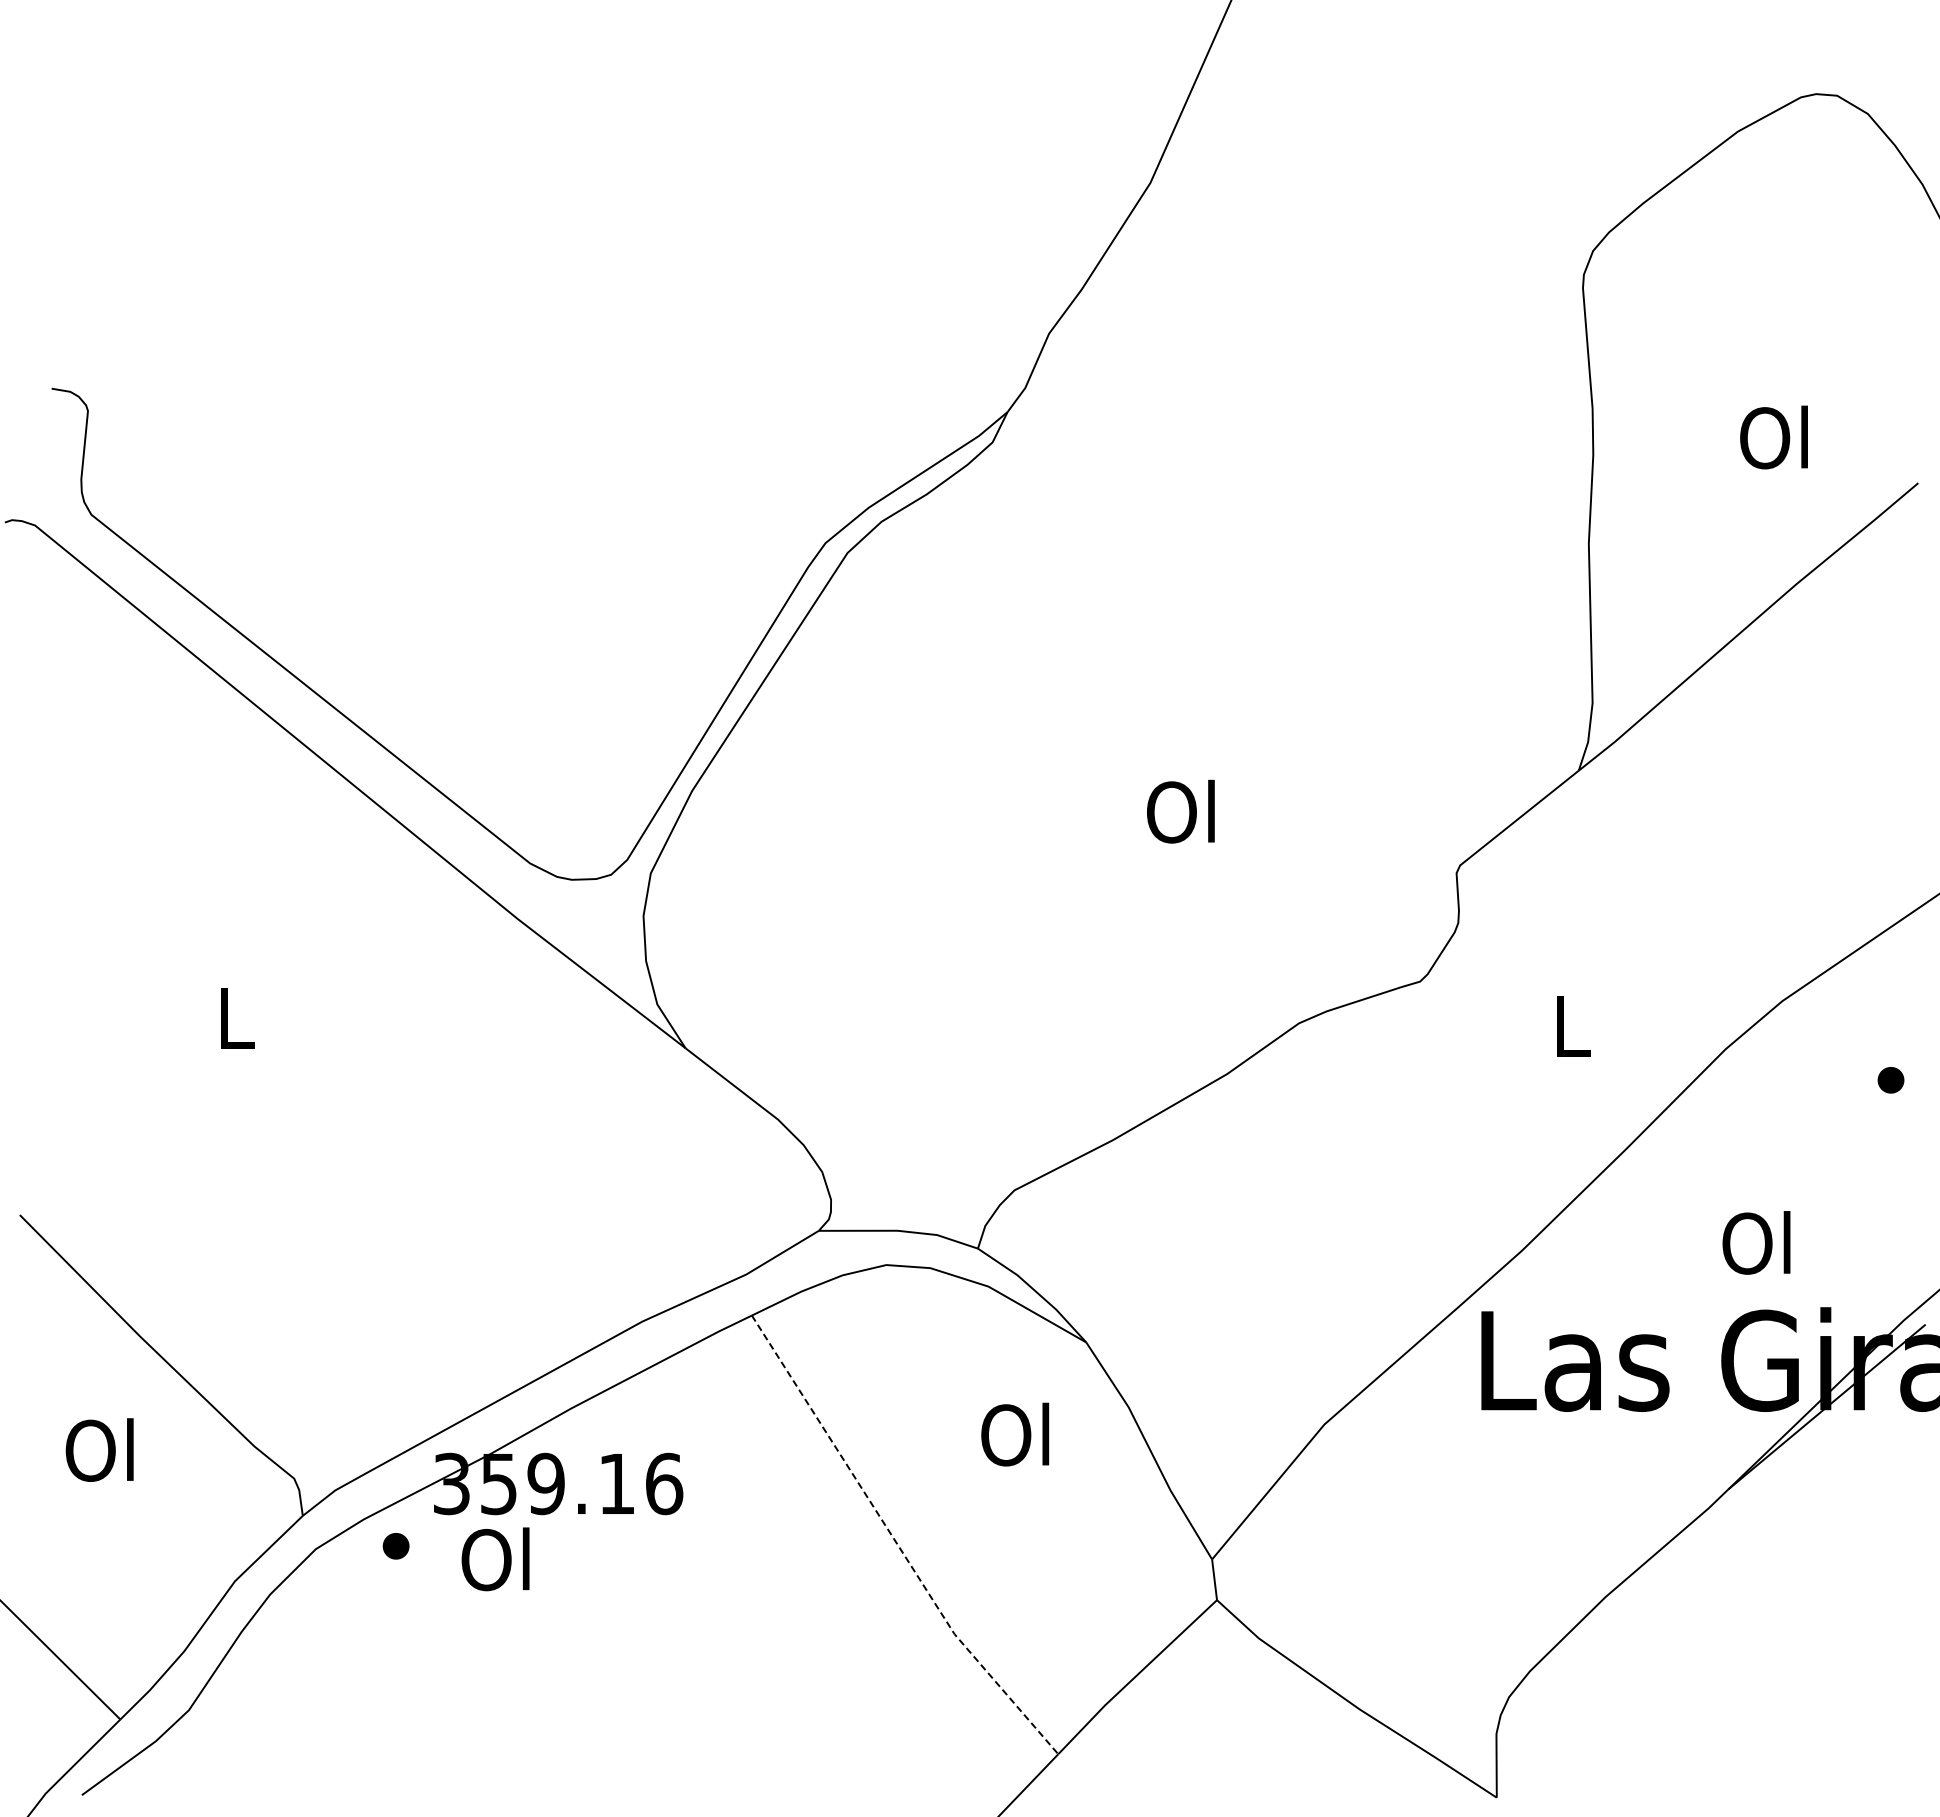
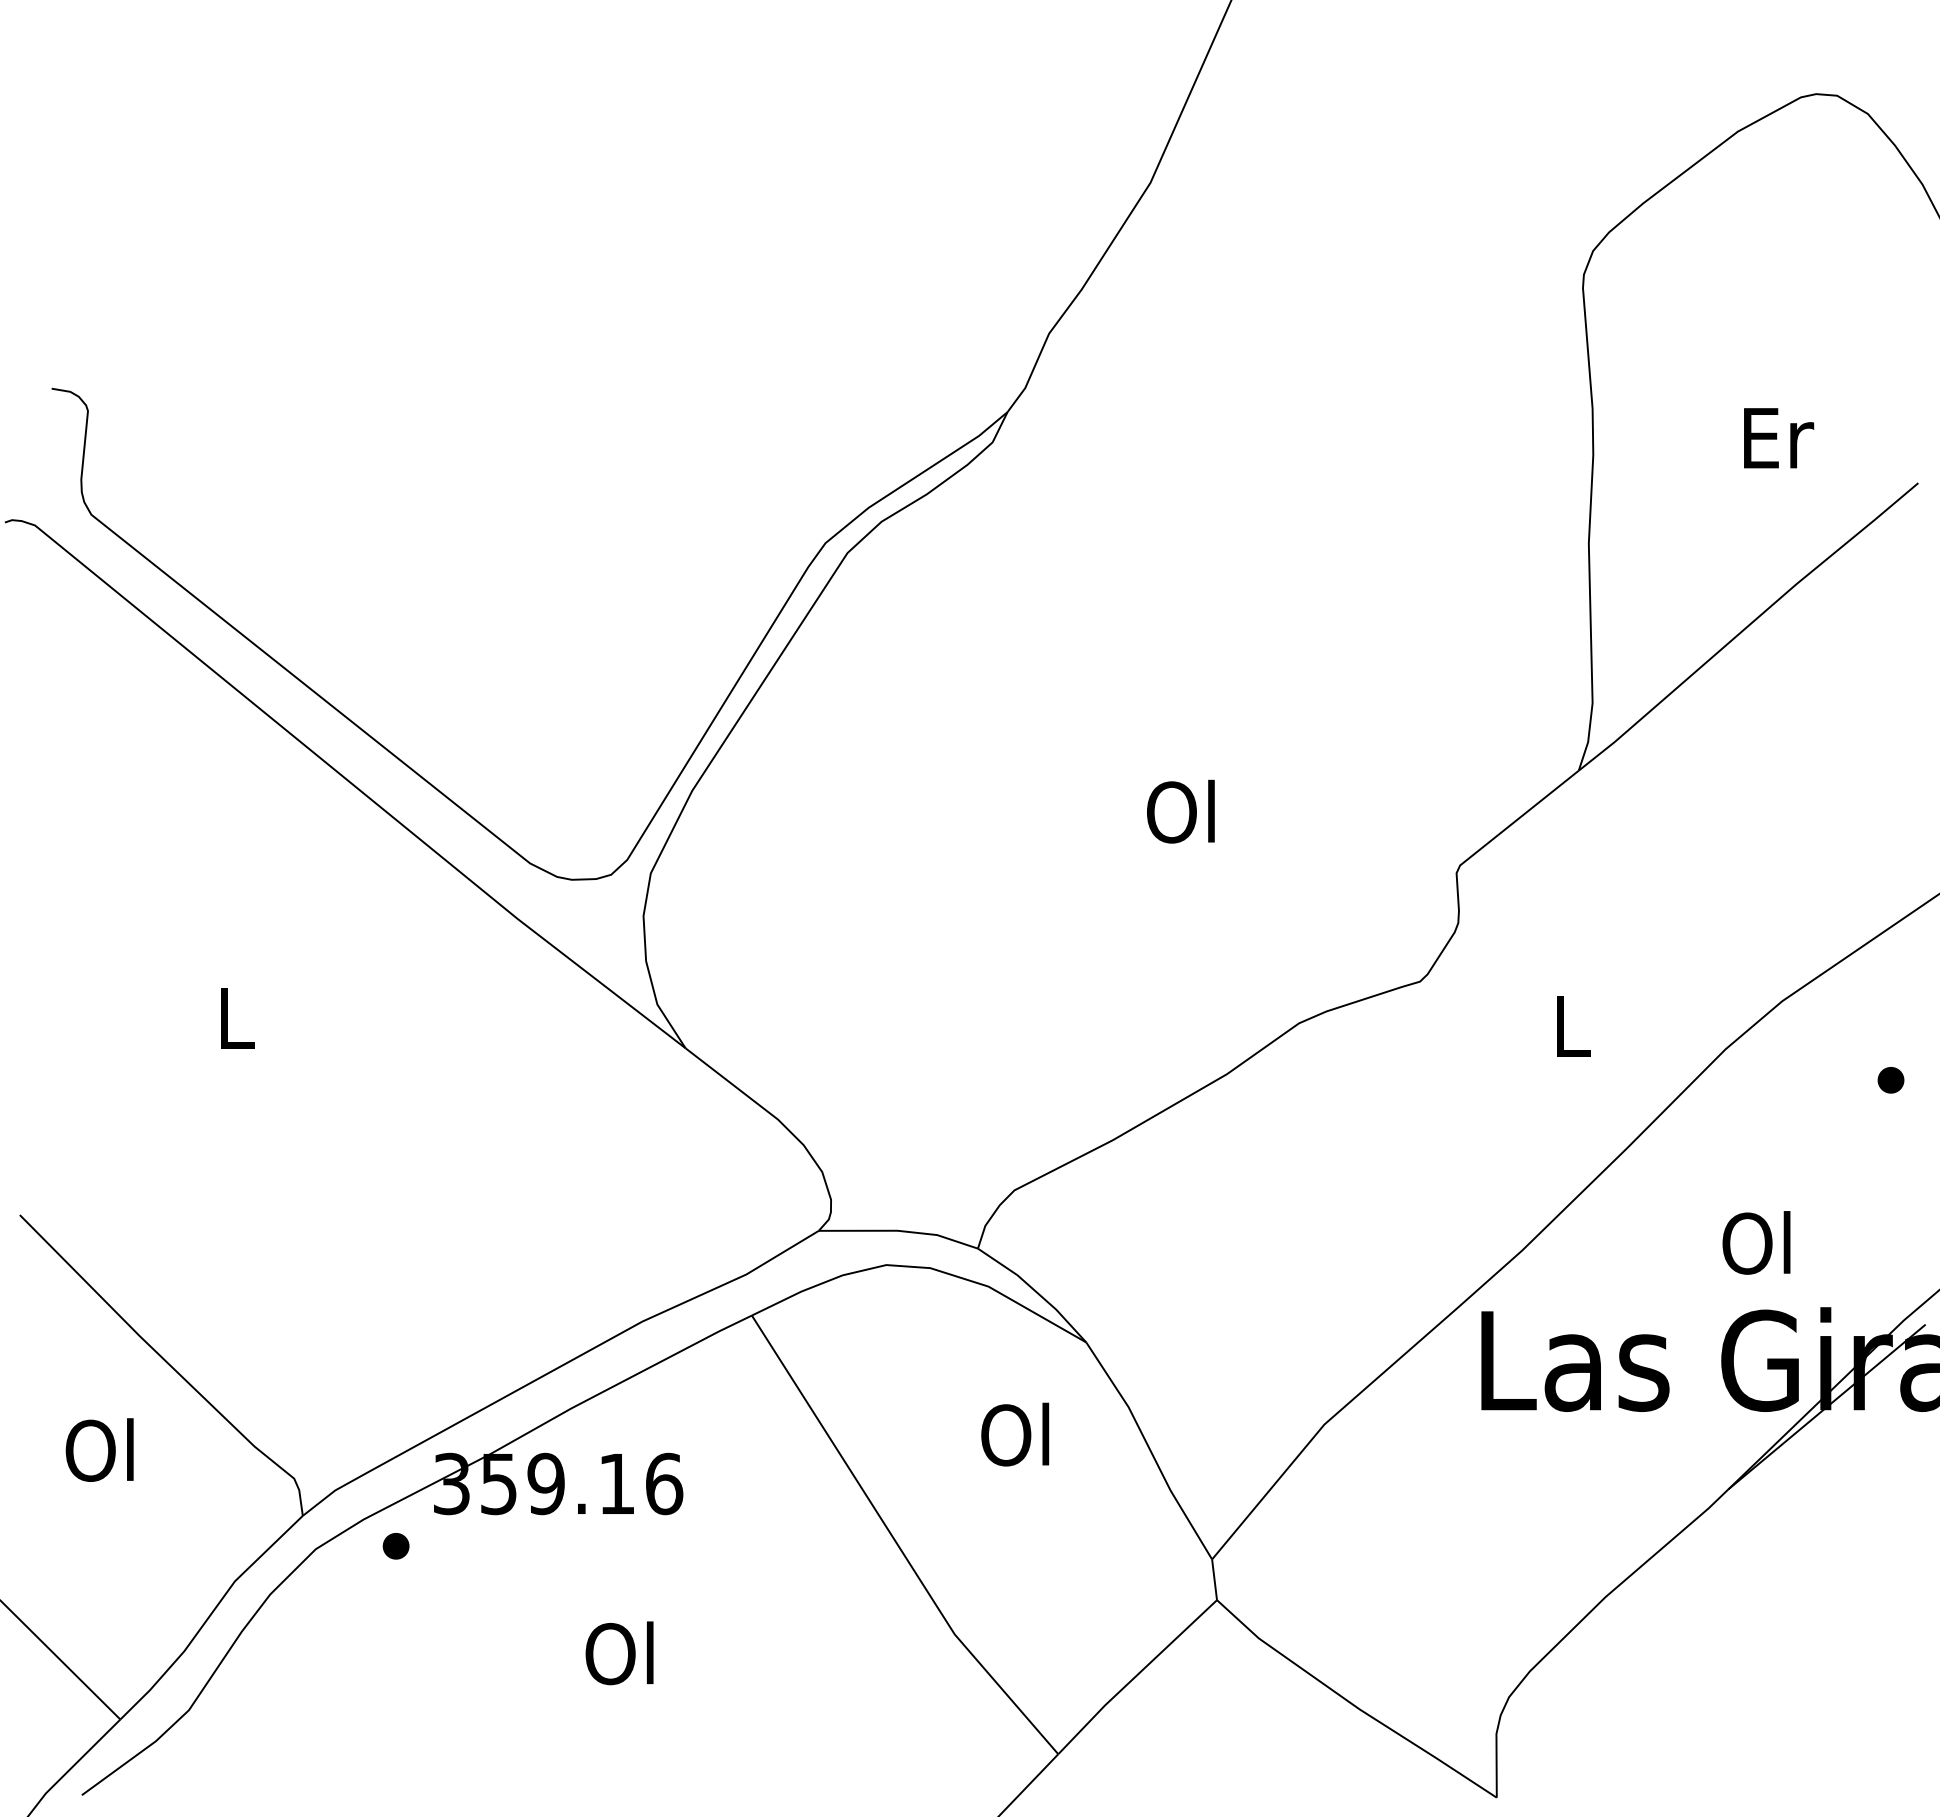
text at (1777, 437): Ol -> Er
line at (896, 1542): dashed -> solid
text at (495, 1559) position: (495, 1559) -> (619, 1653)
